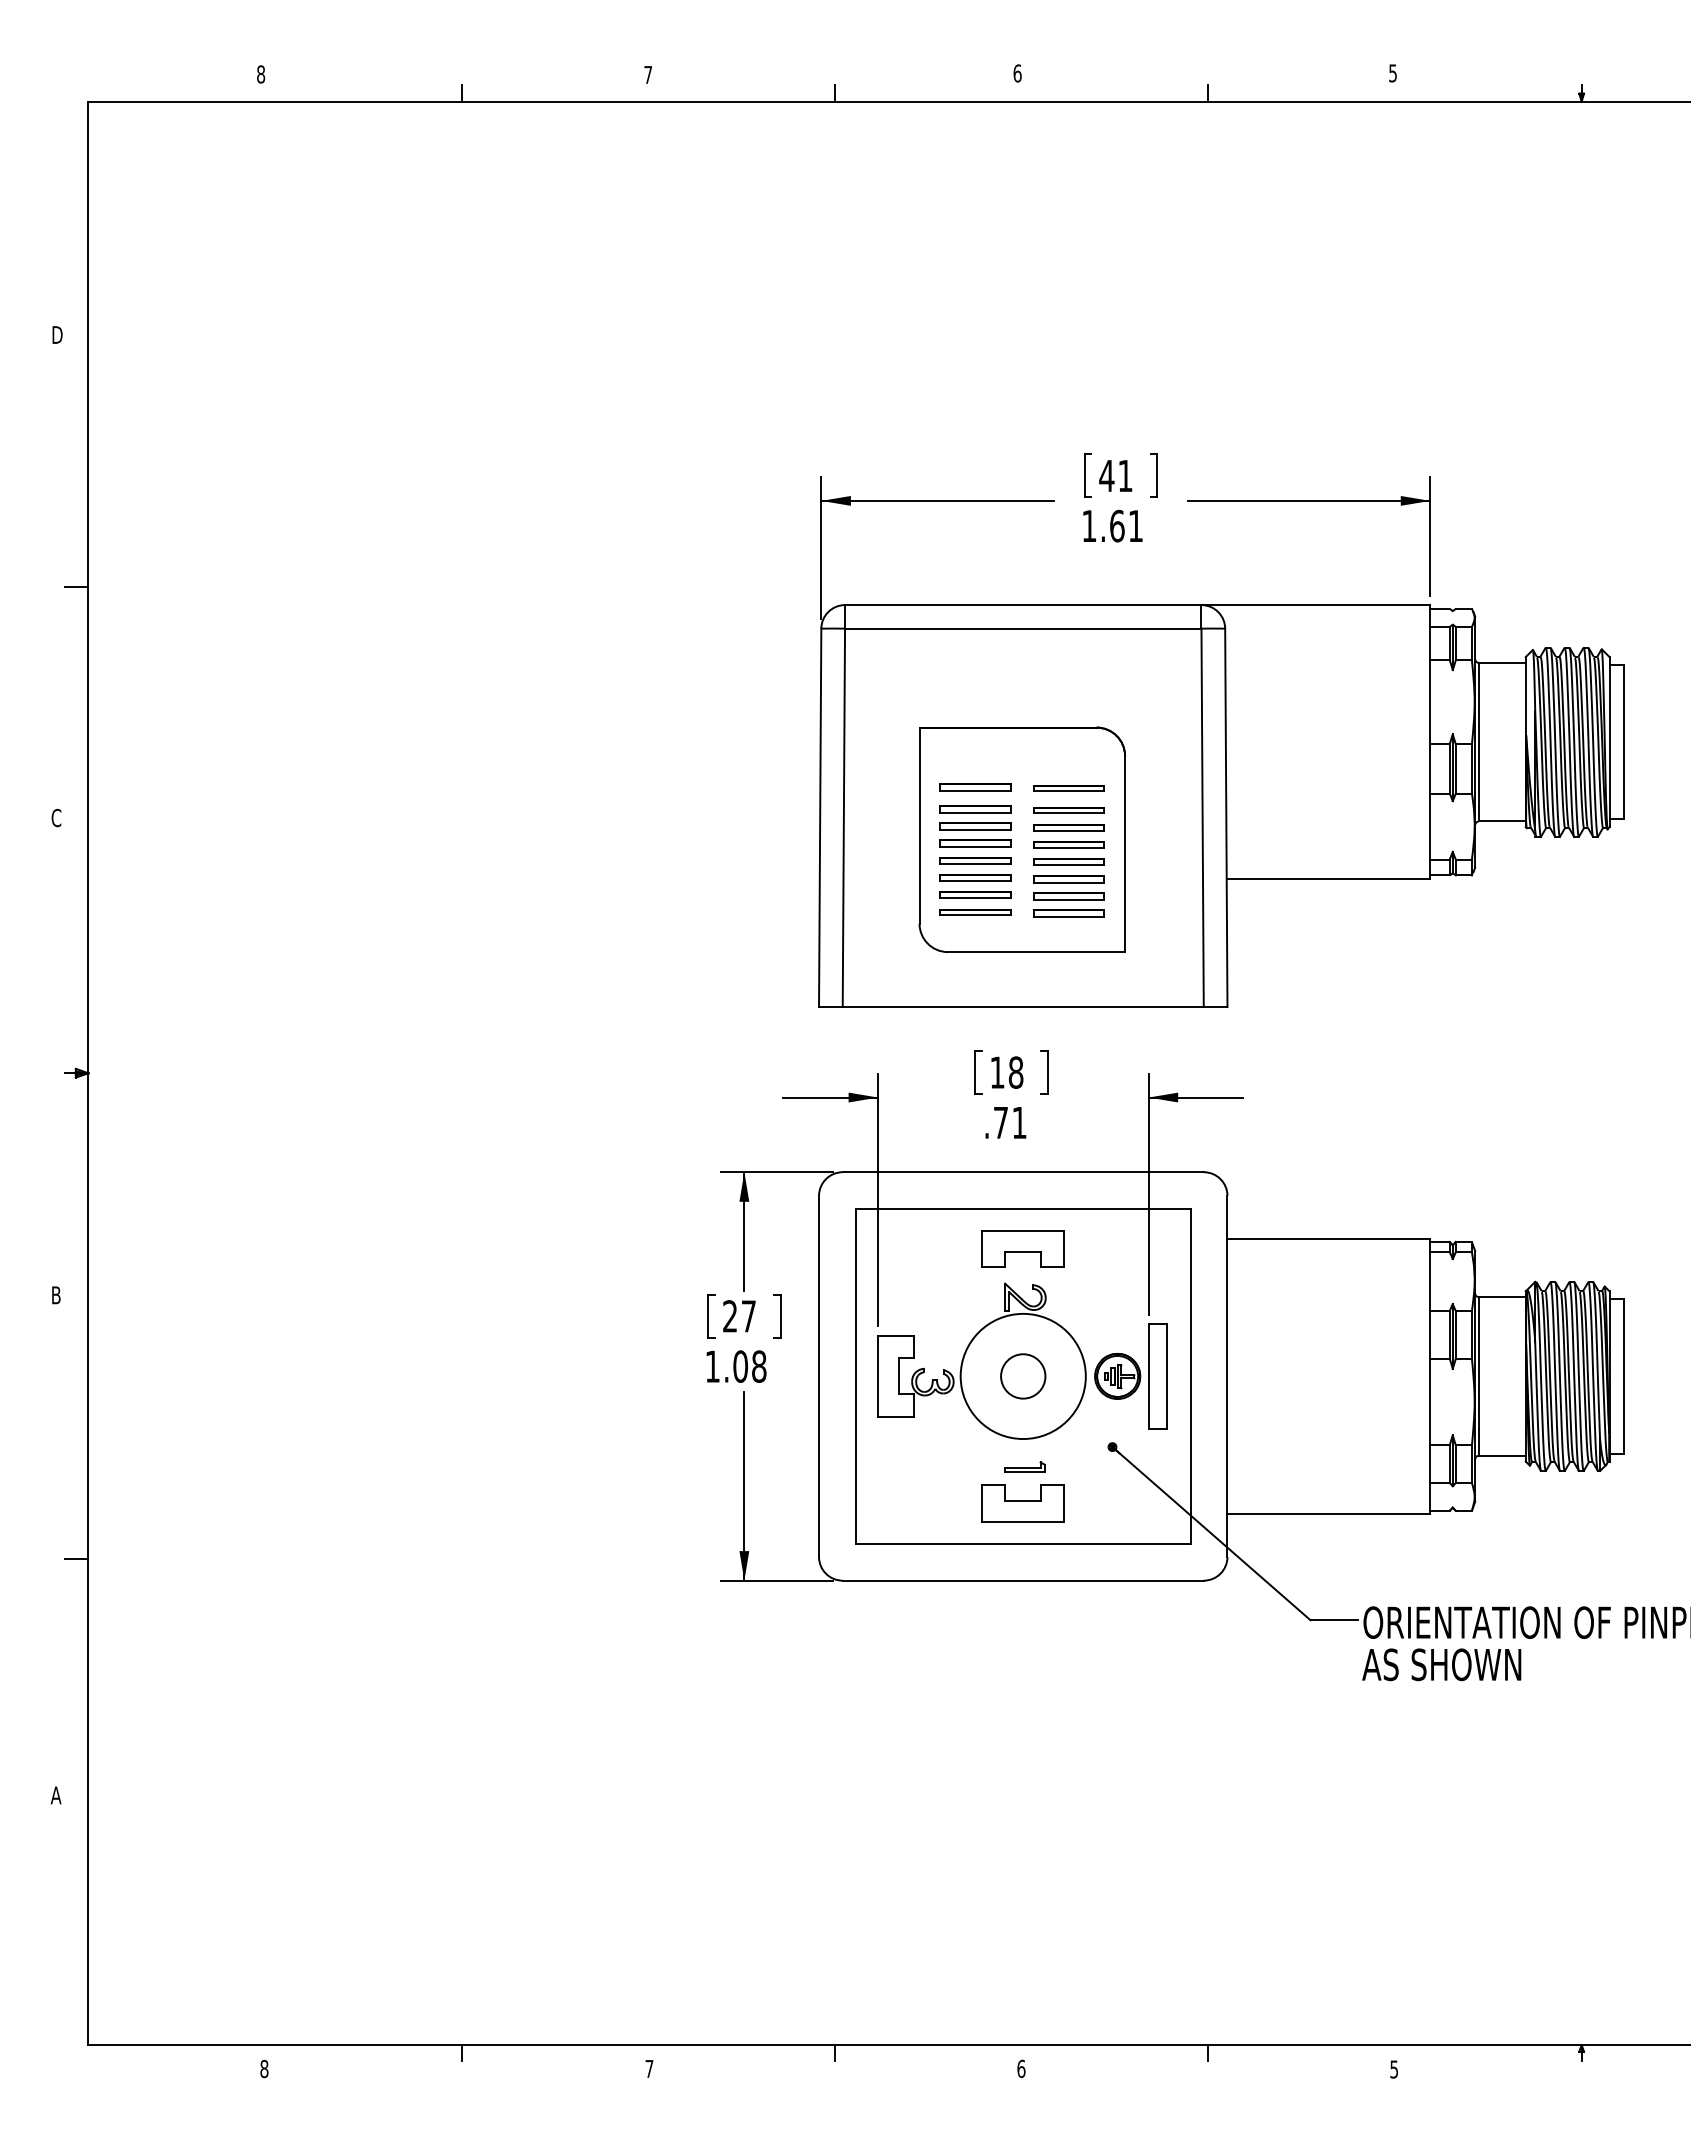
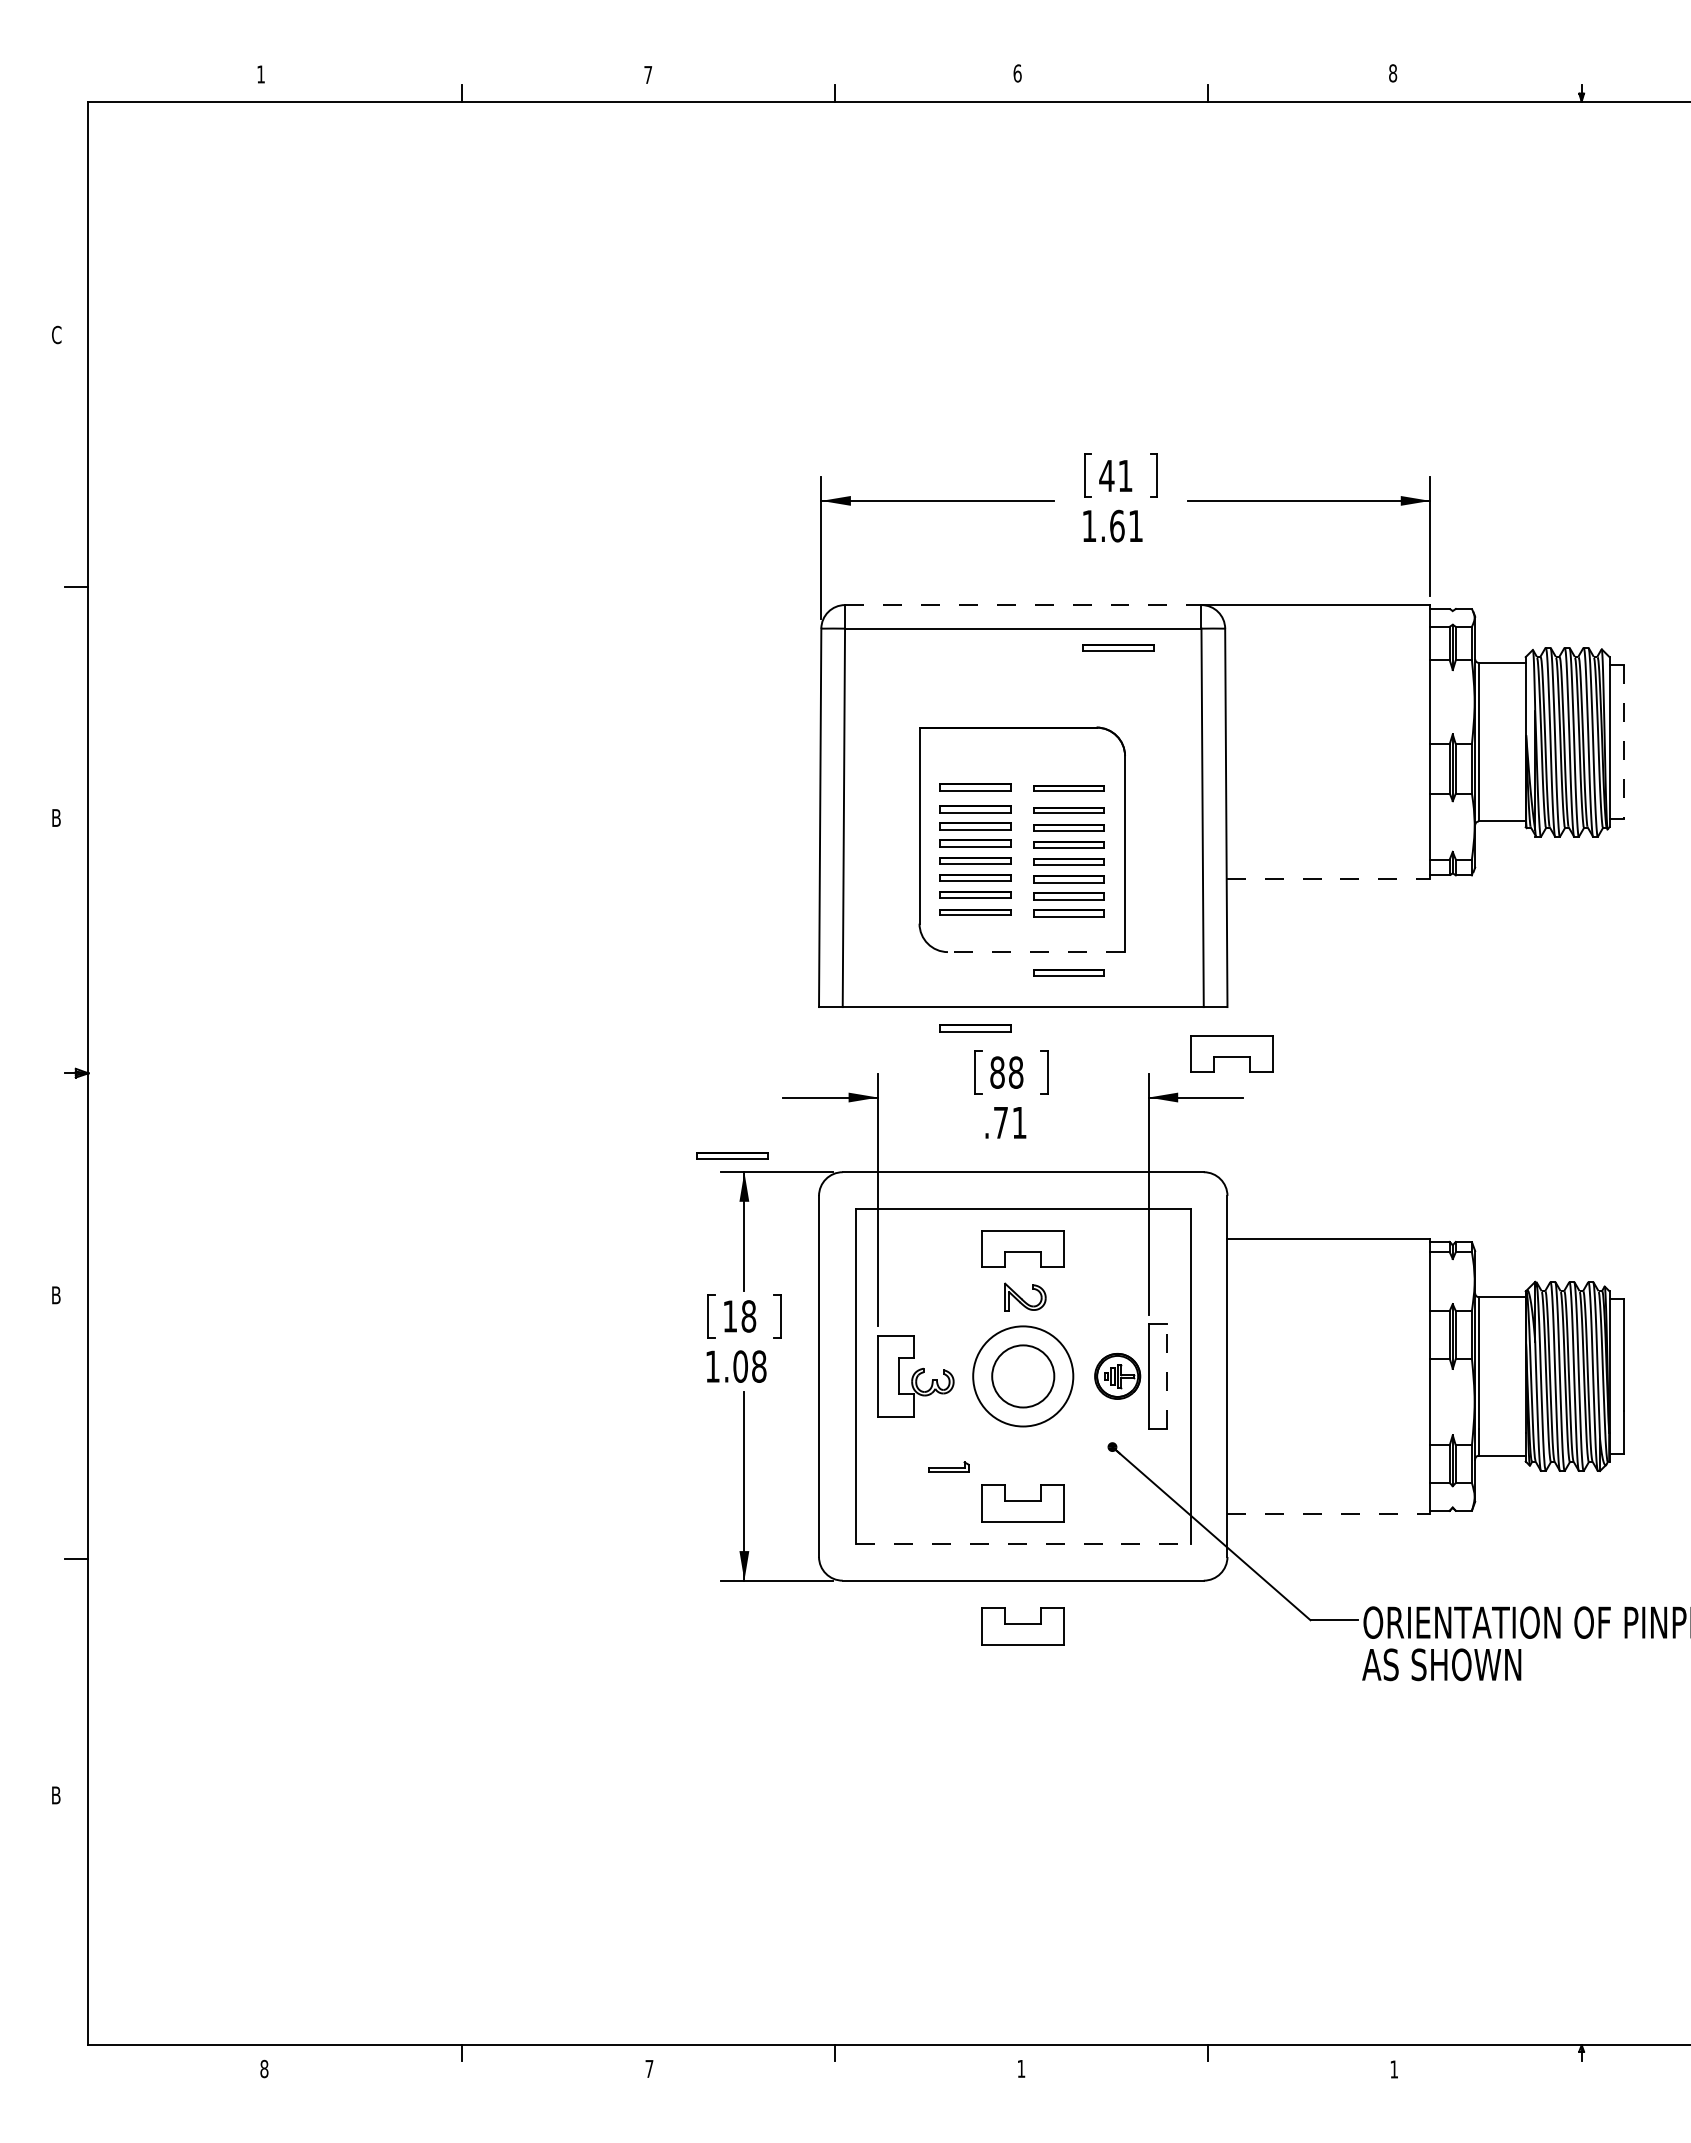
text at (1393, 73): 5 -> 8
text at (261, 74): 8 -> 1
text at (57, 334): D -> C
line at (1023, 605): solid -> dashed
part at (1118, 647): none -> present
line at (1624, 742): solid -> dashed
text at (56, 817): C -> B
line at (1328, 879): solid -> dashed
line at (1036, 952): solid -> dashed
part at (1068, 972): none -> present
part at (975, 1028): none -> present
part at (1231, 1053): none -> present
text at (997, 1072): 18 -> 88
part at (732, 1155): none -> present
text at (739, 1316): 27 -> 18
line at (1166, 1375): solid -> dashed
circle at (1022, 1376) diameter: 125 px -> 100 px
circle at (1023, 1376) diameter: 44 px -> 62 px
part at (1024, 1466) position: (1024, 1466) -> (948, 1466)
line at (1329, 1513): solid -> dashed
line at (1023, 1543): solid -> dashed
part at (1022, 1626): none -> present
text at (55, 1795): A -> B
text at (1021, 2068): 6 -> 1
text at (1394, 2069): 5 -> 1
